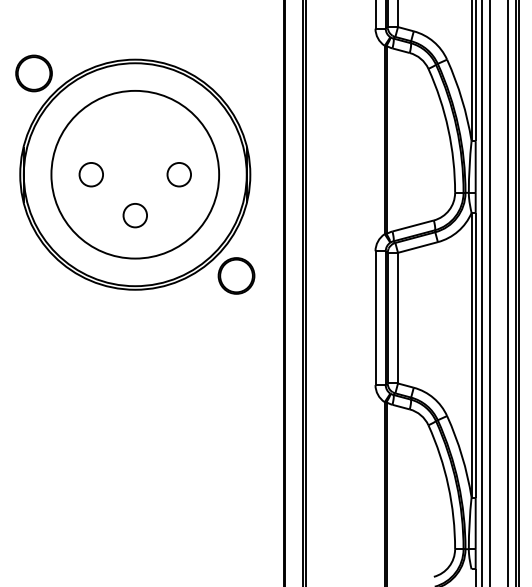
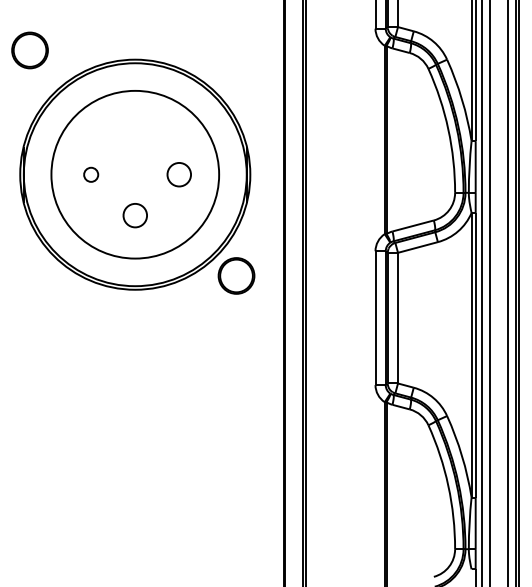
part at (33, 73) position: (33, 73) -> (29, 50)
part at (90, 174) size: 26x26 px -> 17x17 px
